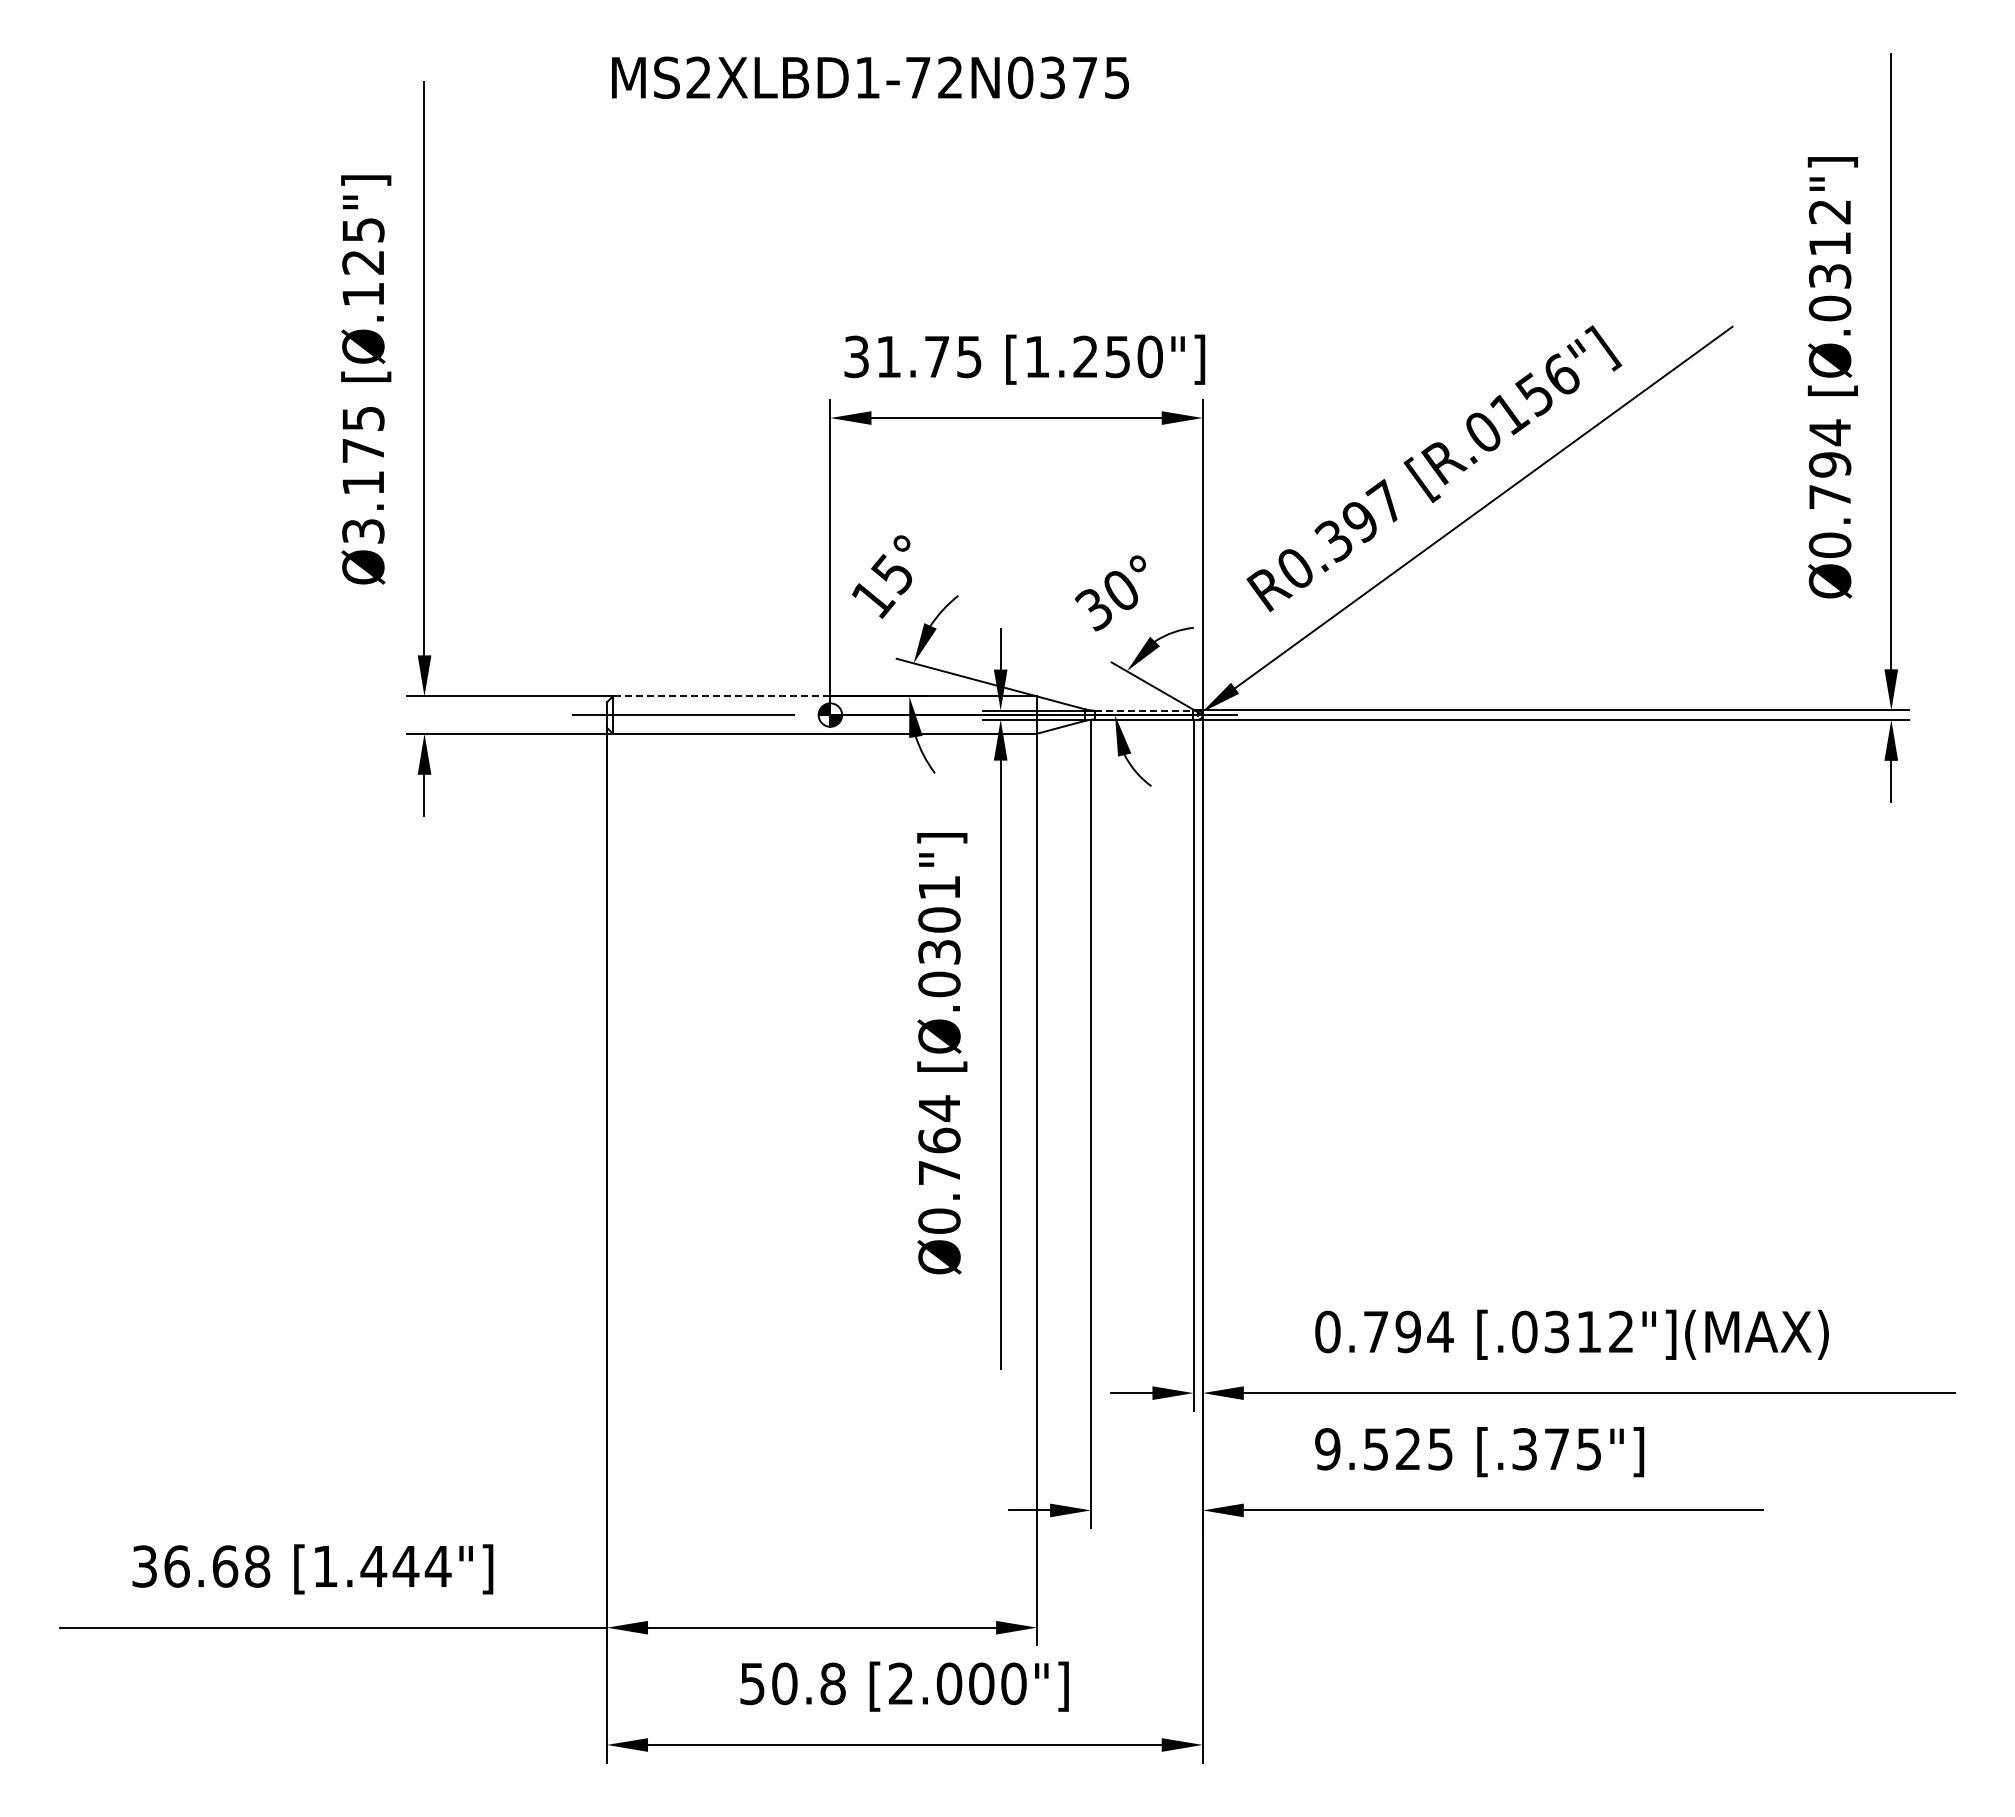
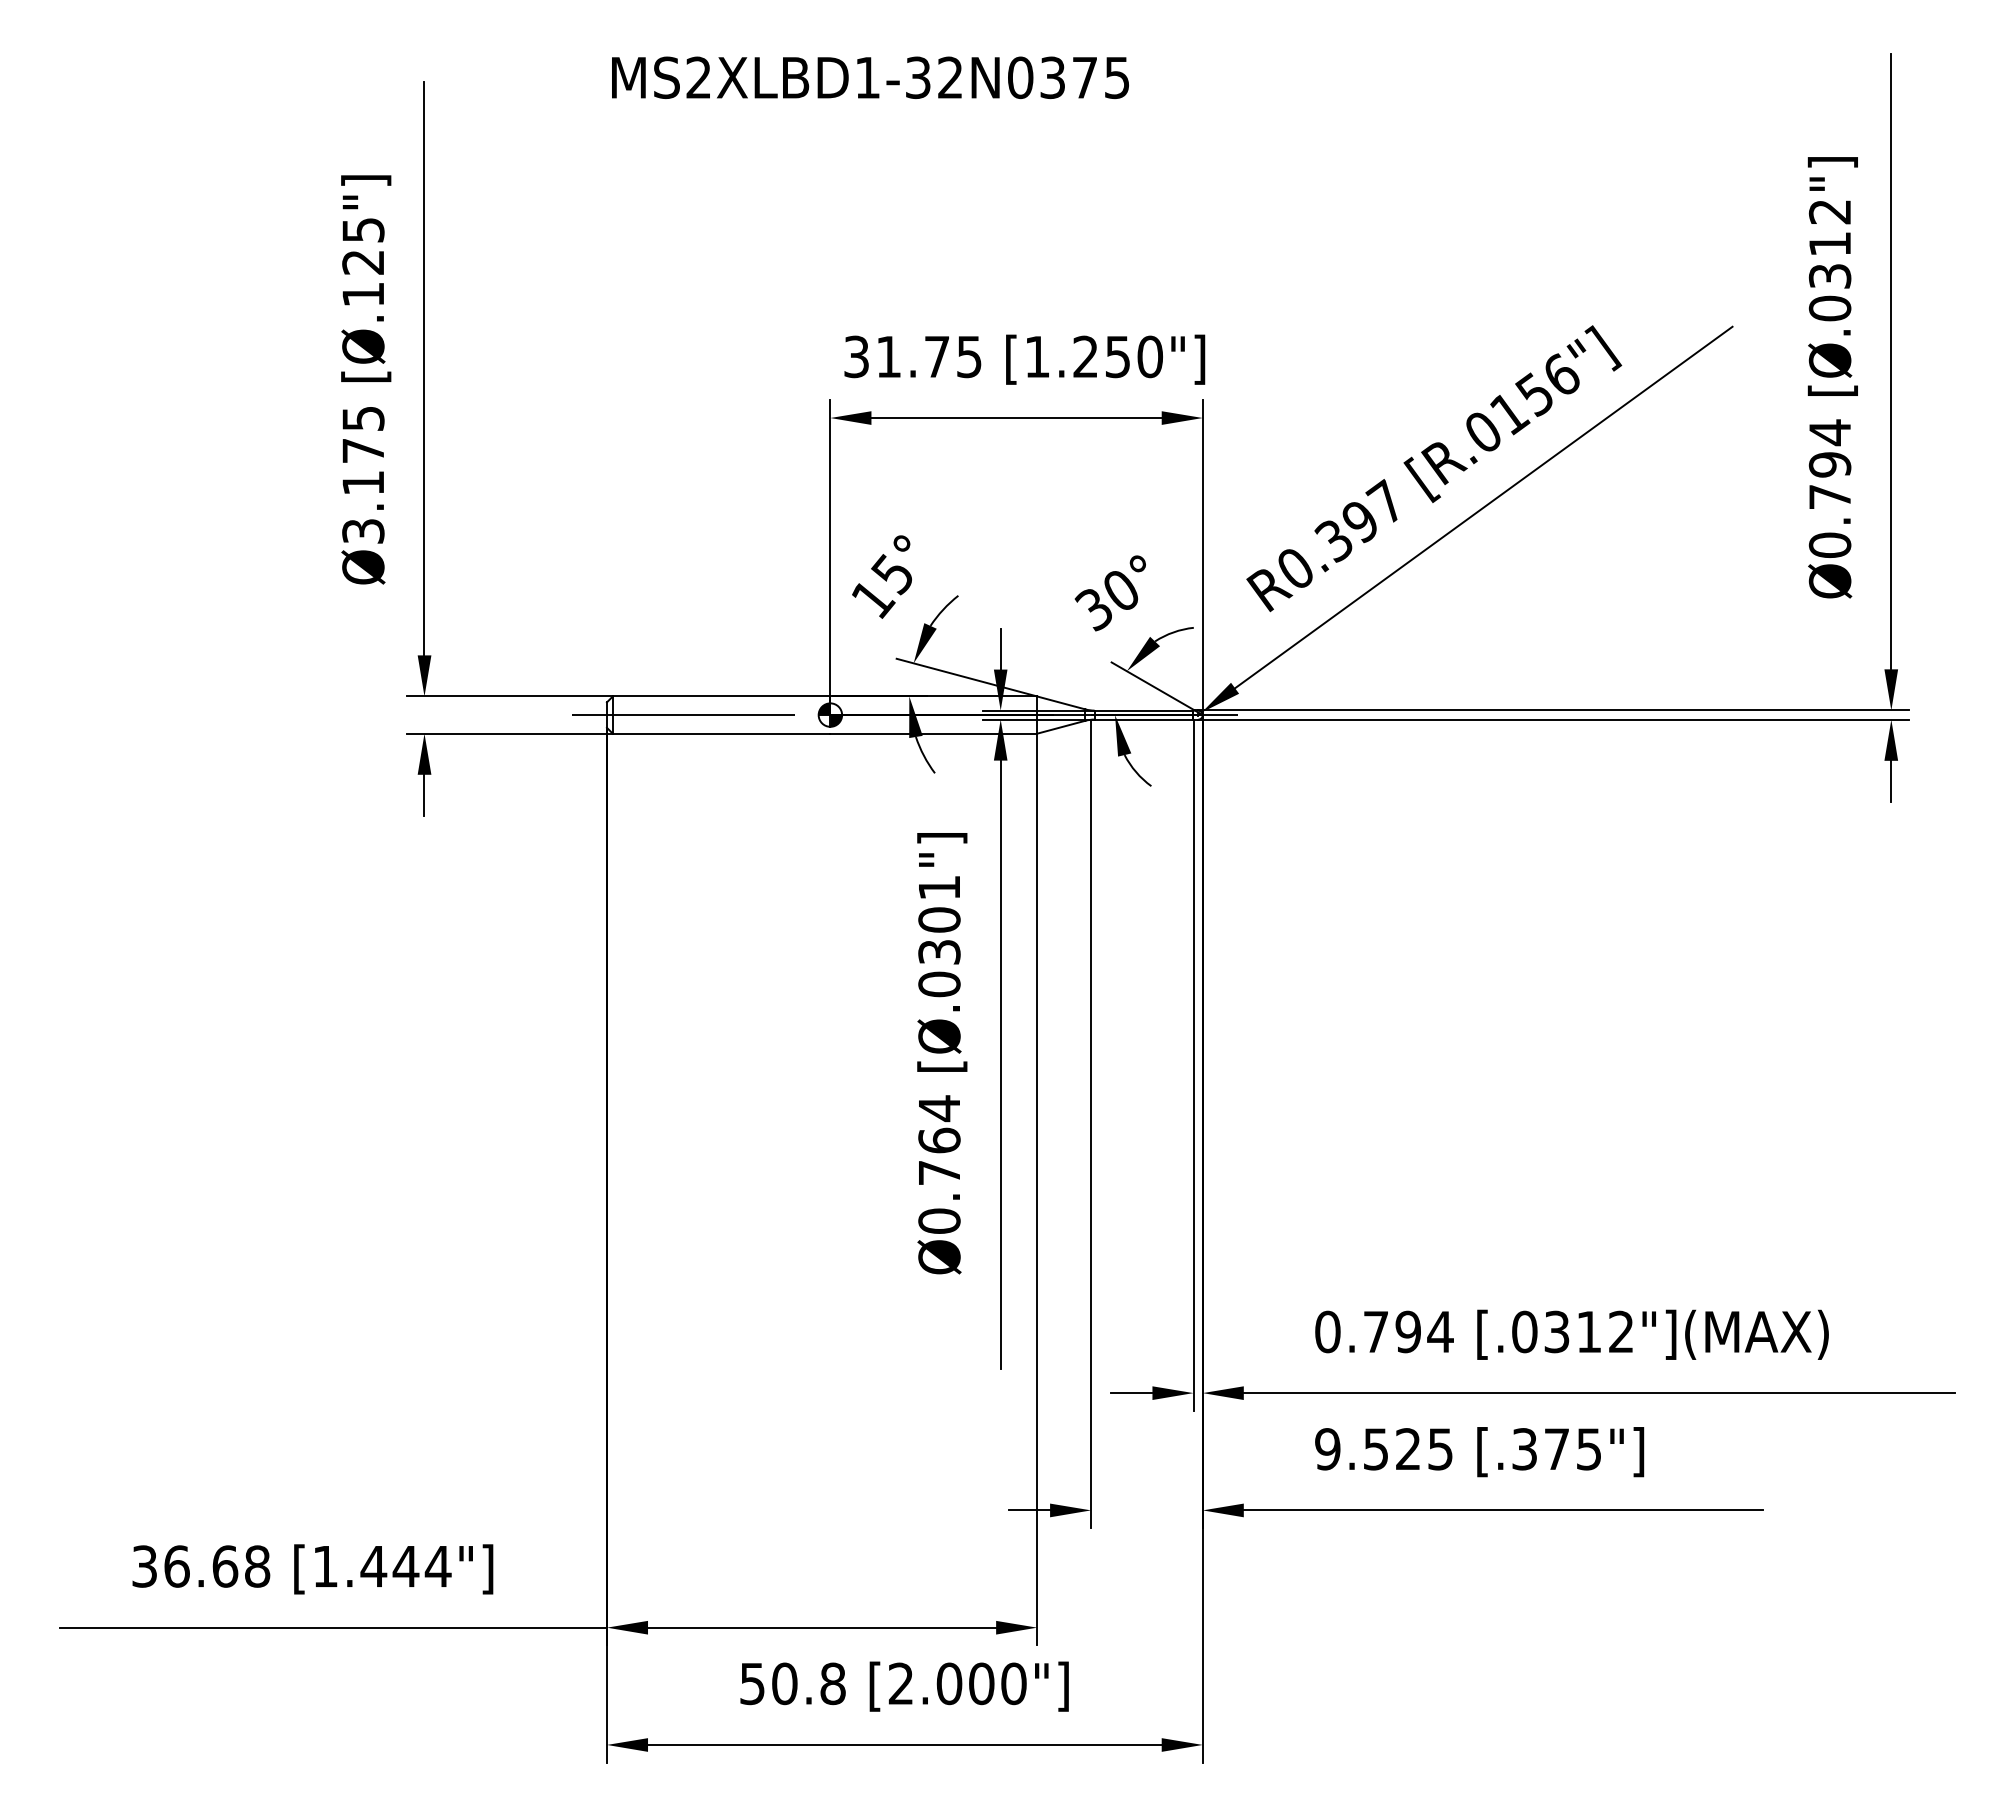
text at (918, 77): MS2XLBD1-72N0375 -> MS2XLBD1-32N0375
line at (721, 696): dashed -> solid
line at (1144, 710): dashed -> solid
